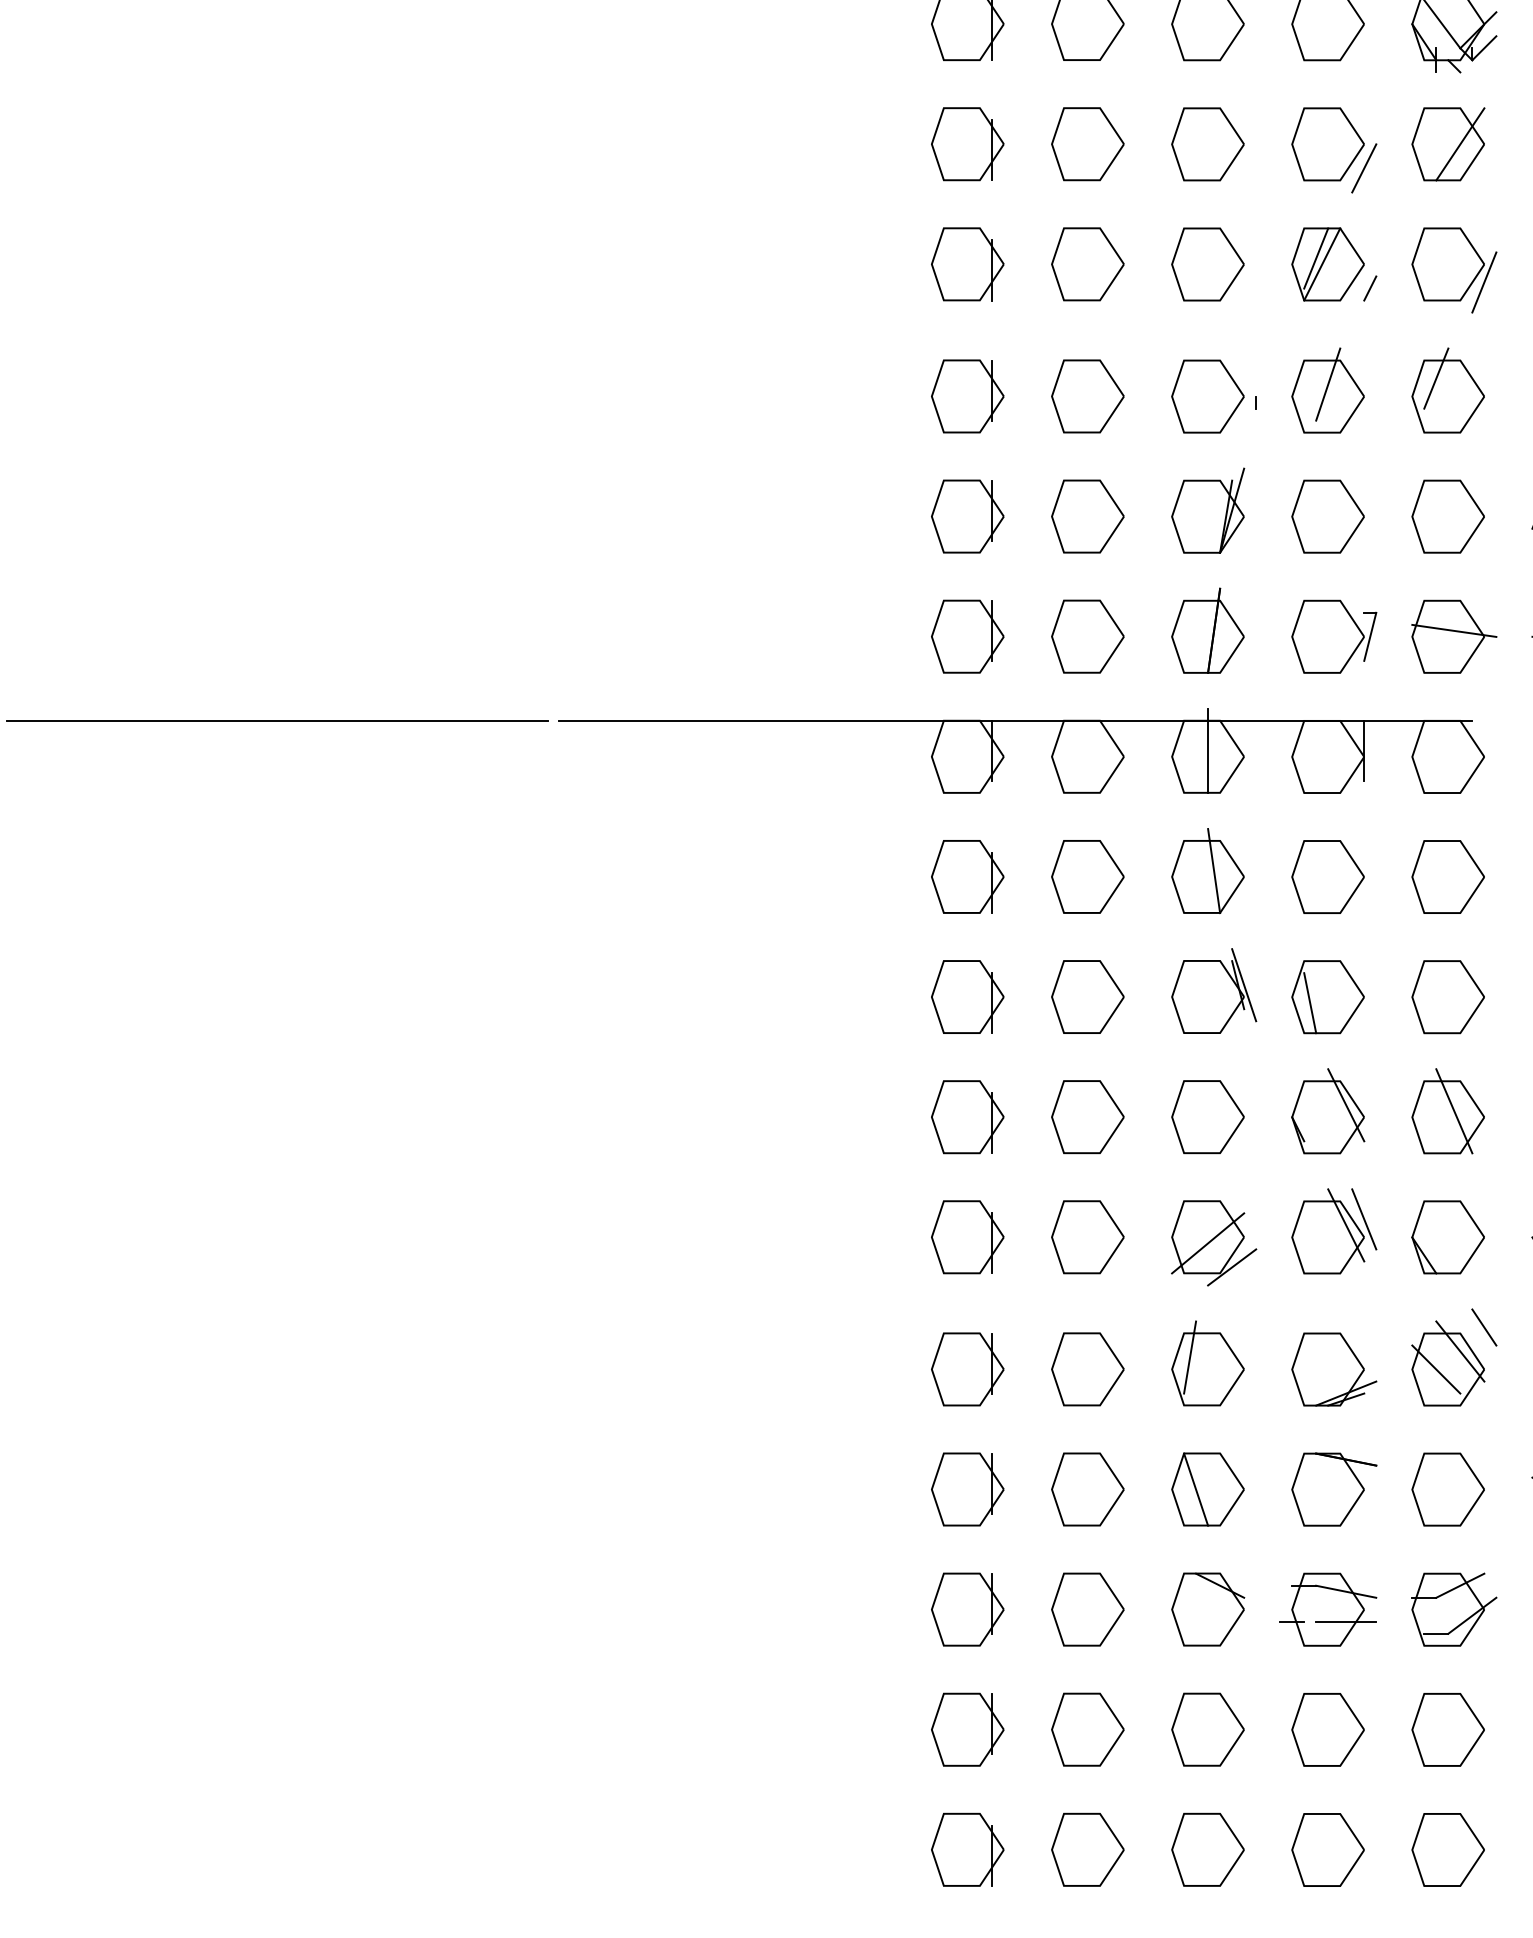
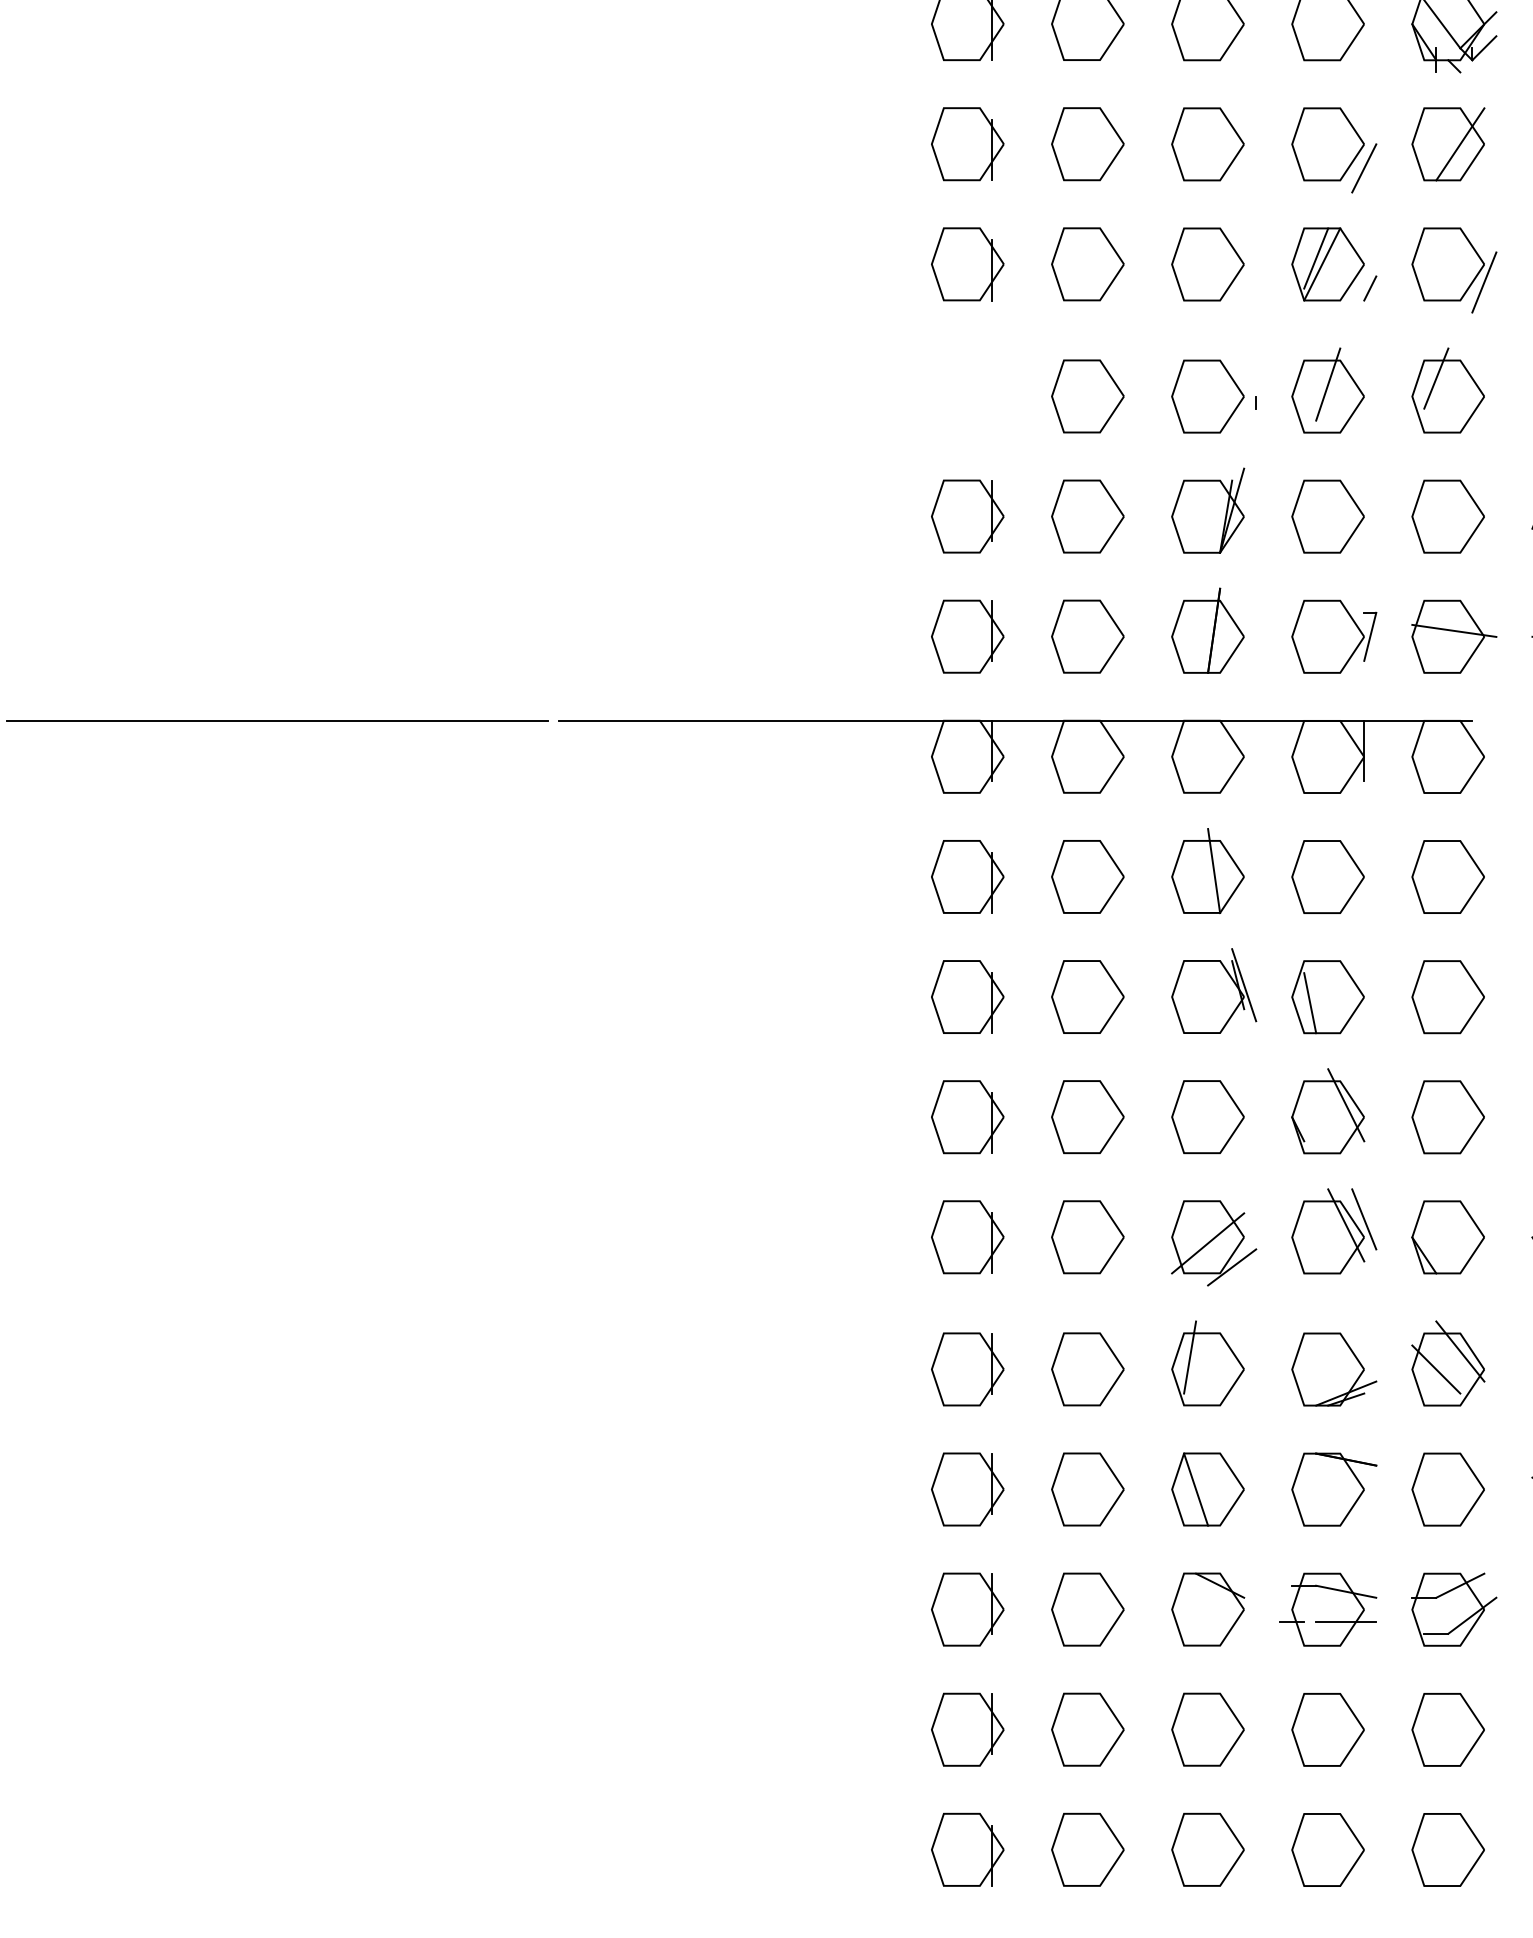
part at (967, 396): present -> none
line at (1208, 750): present -> none
line at (1454, 1111): present -> none
line at (1484, 1327): present -> none
